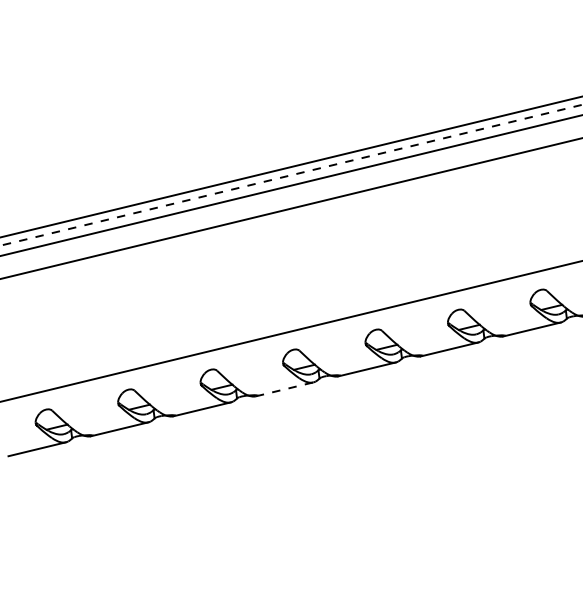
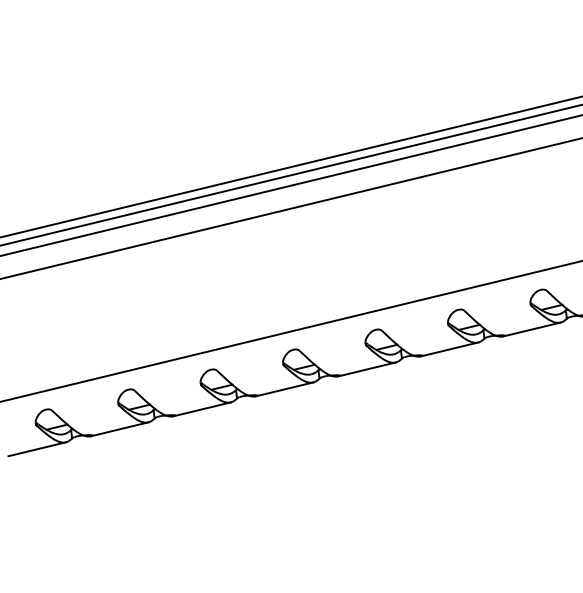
line at (290, 175): dashed -> solid
line at (284, 389): dashed -> solid
